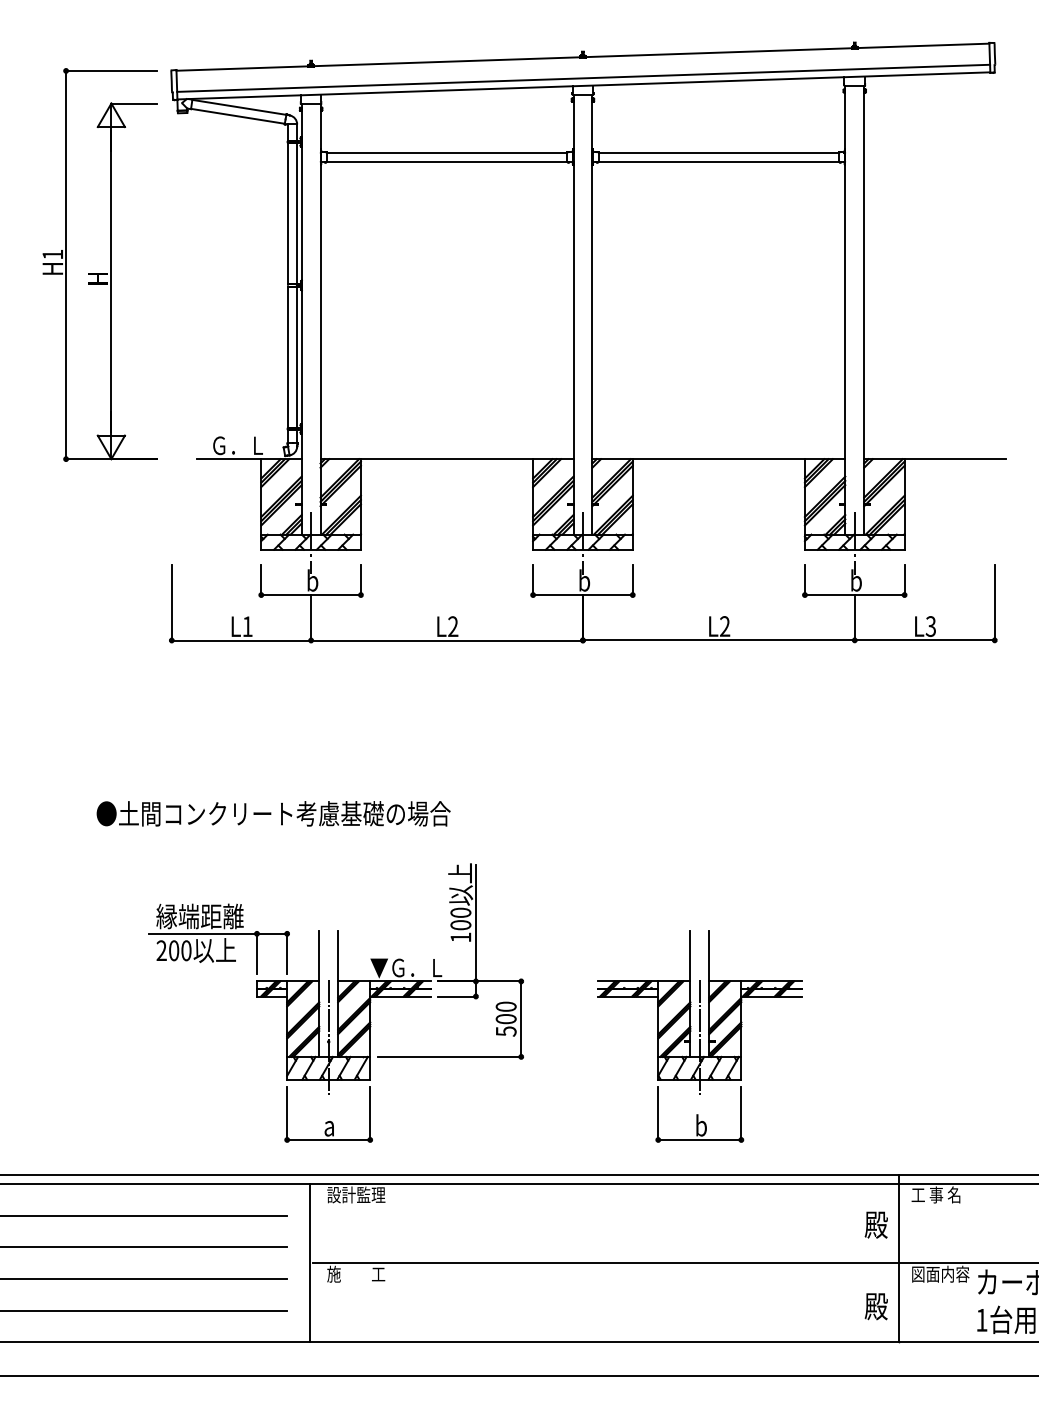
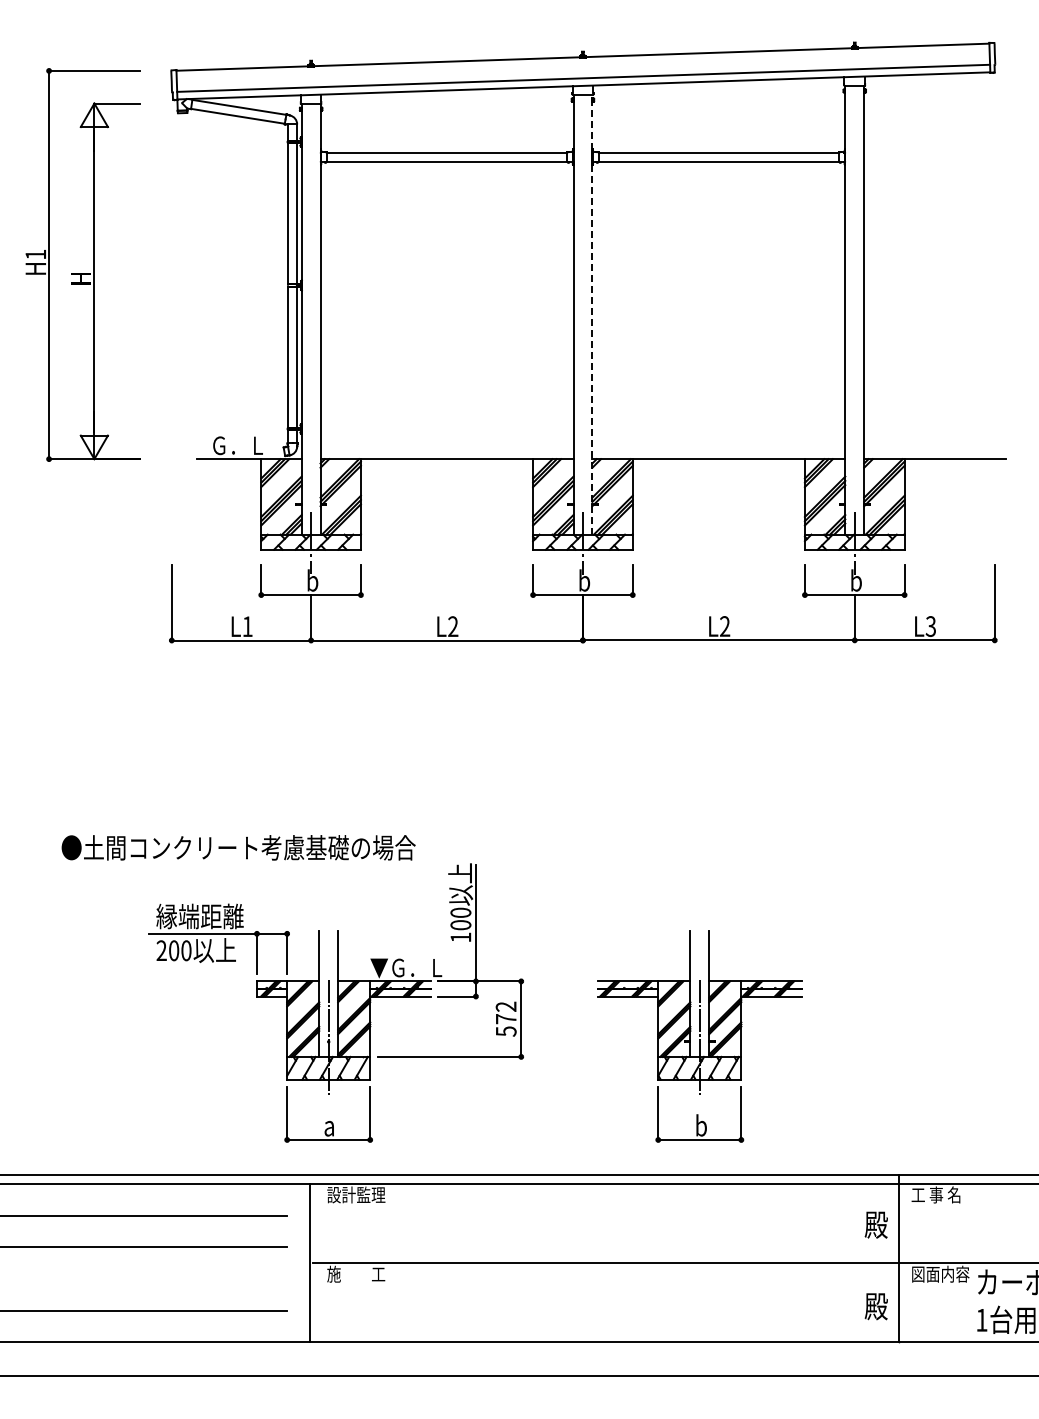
part at (99, 273) position: (99, 273) -> (82, 273)
line at (592, 314): solid -> dashed
text at (273, 813) position: (273, 813) -> (238, 847)
text at (505, 1012): 500 -> 572
line at (144, 1279): present -> none
